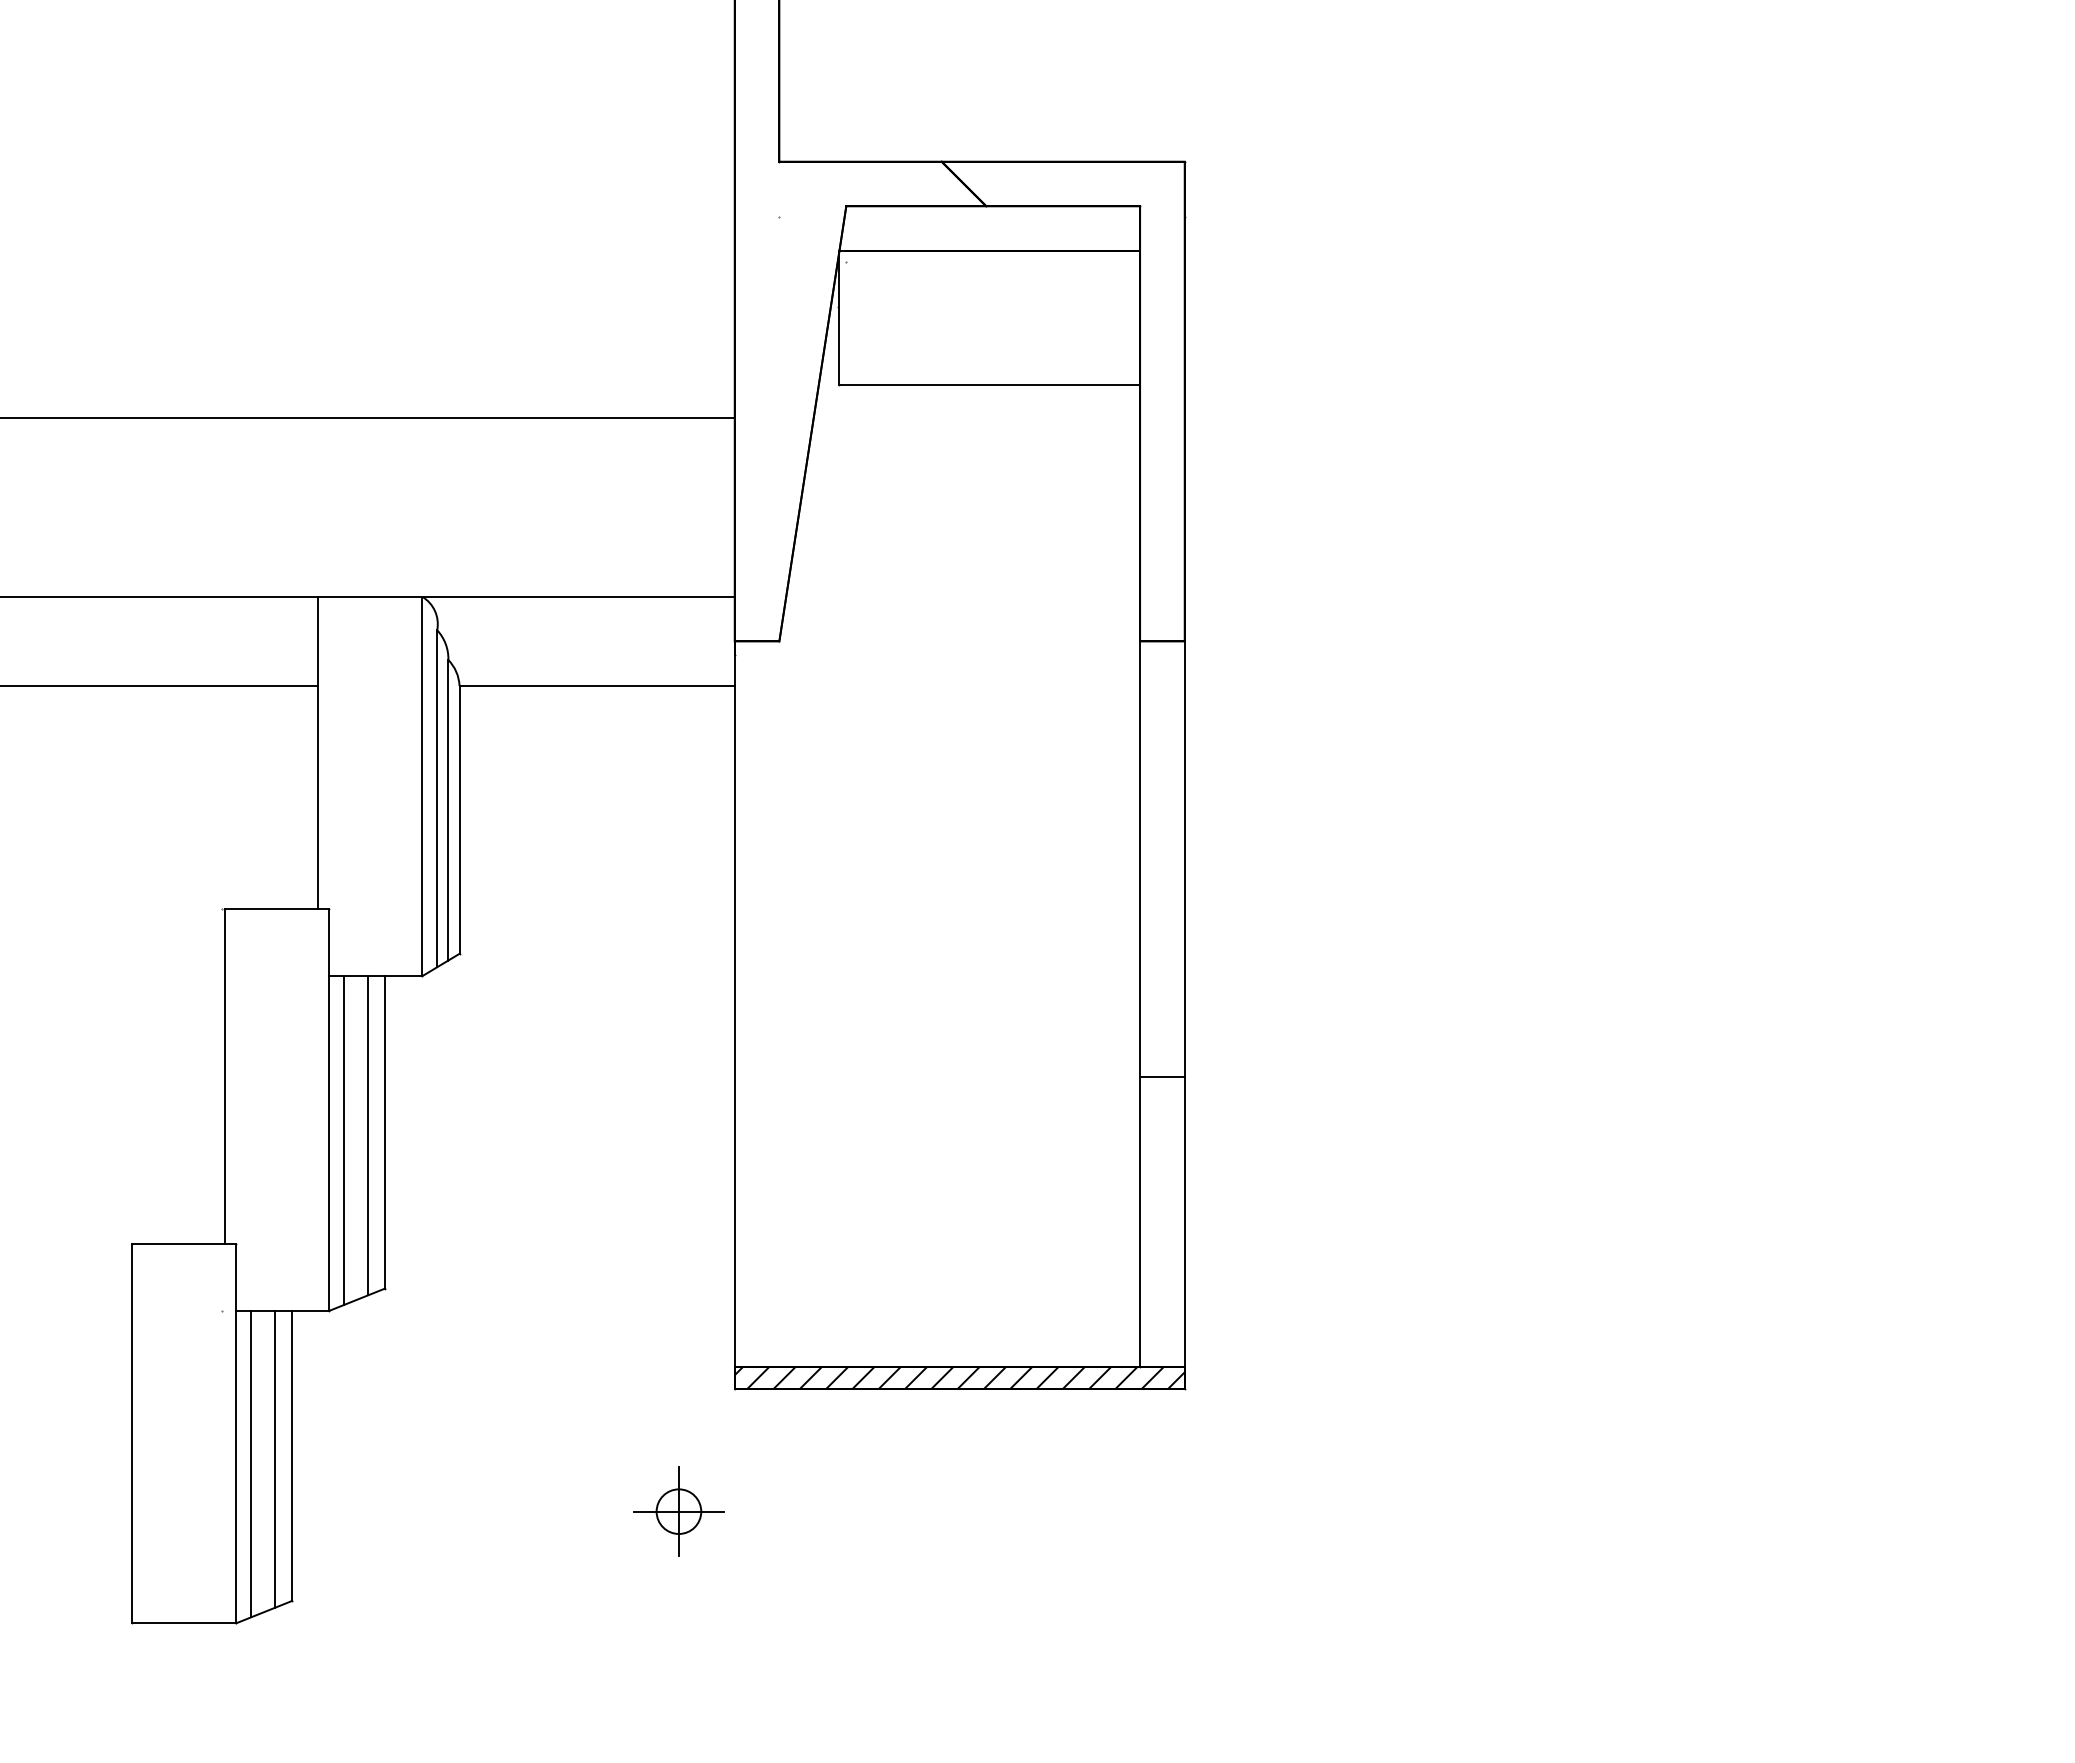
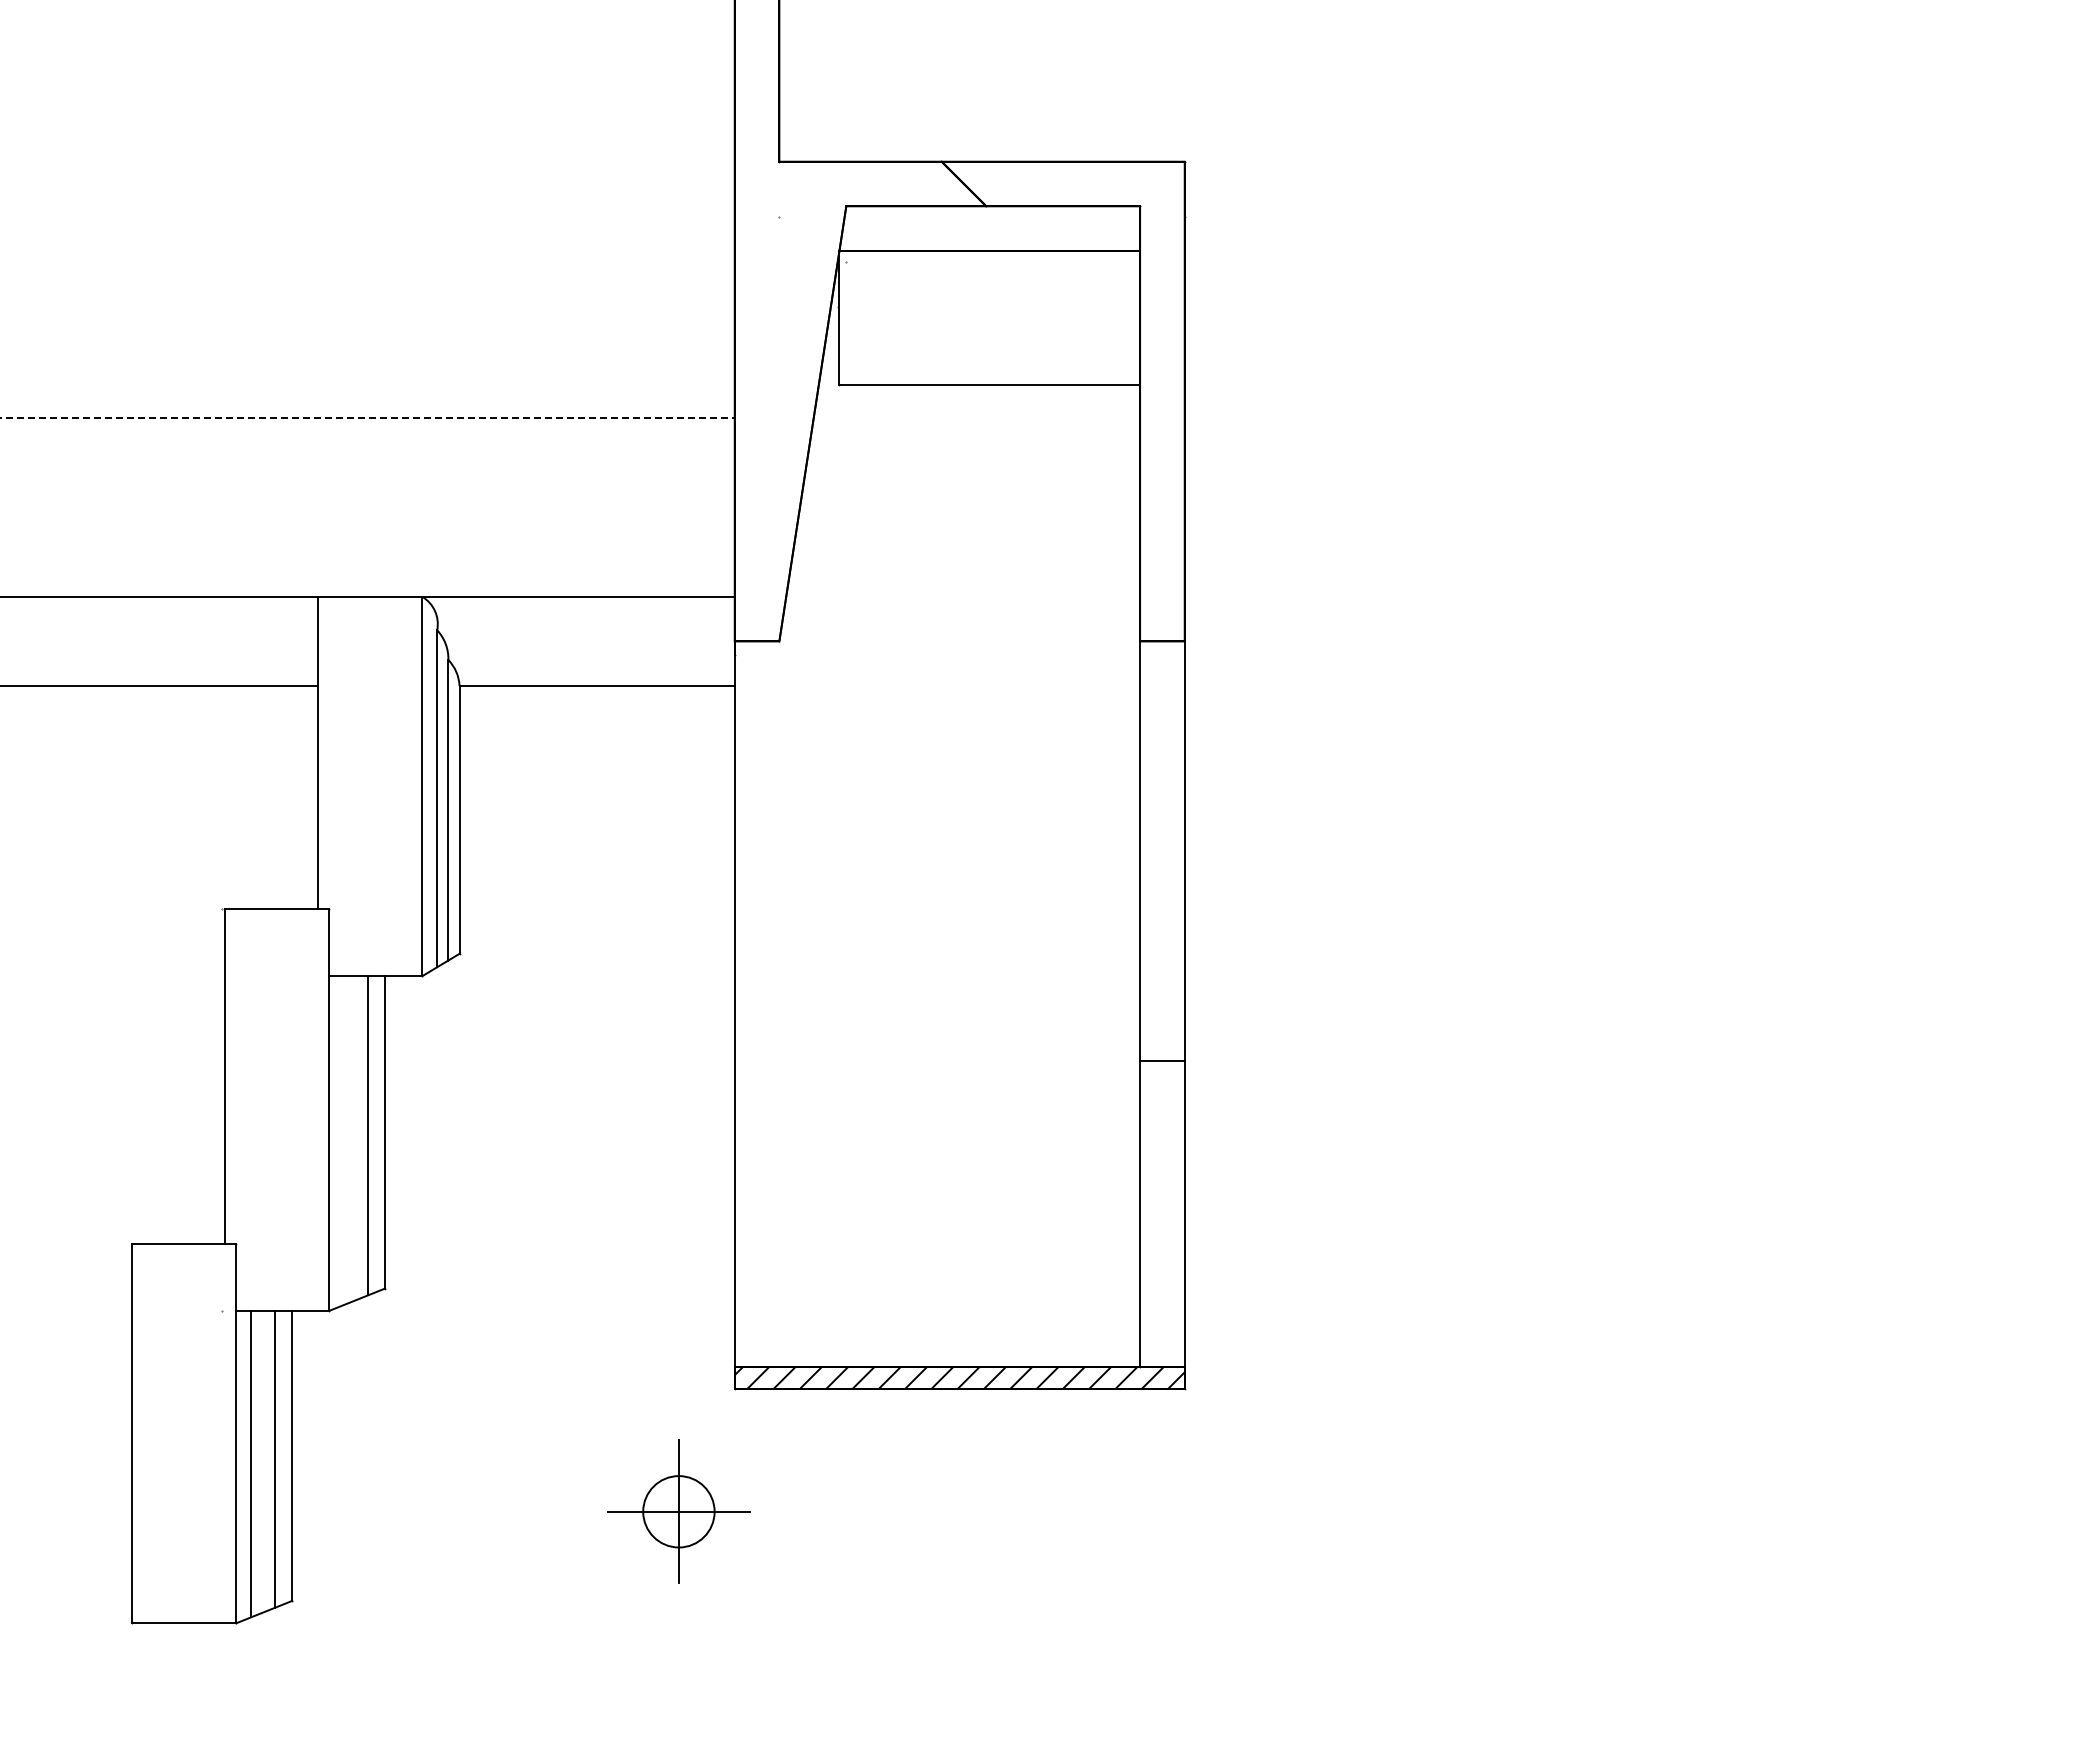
line at (367, 418): solid -> dashed
line at (1162, 1076) position: (1162, 1076) -> (1162, 1060)
line at (344, 1140): present -> none
part at (678, 1511) size: 92x91 px -> 144x145 px
